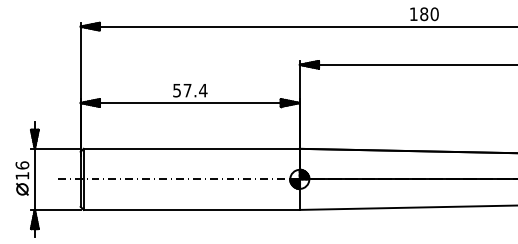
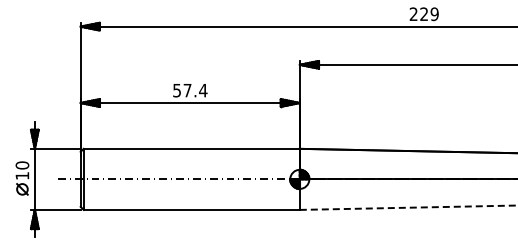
text at (423, 14): 180 -> 229
text at (21, 165): 16 -> 10
line at (408, 207): solid -> dashed
